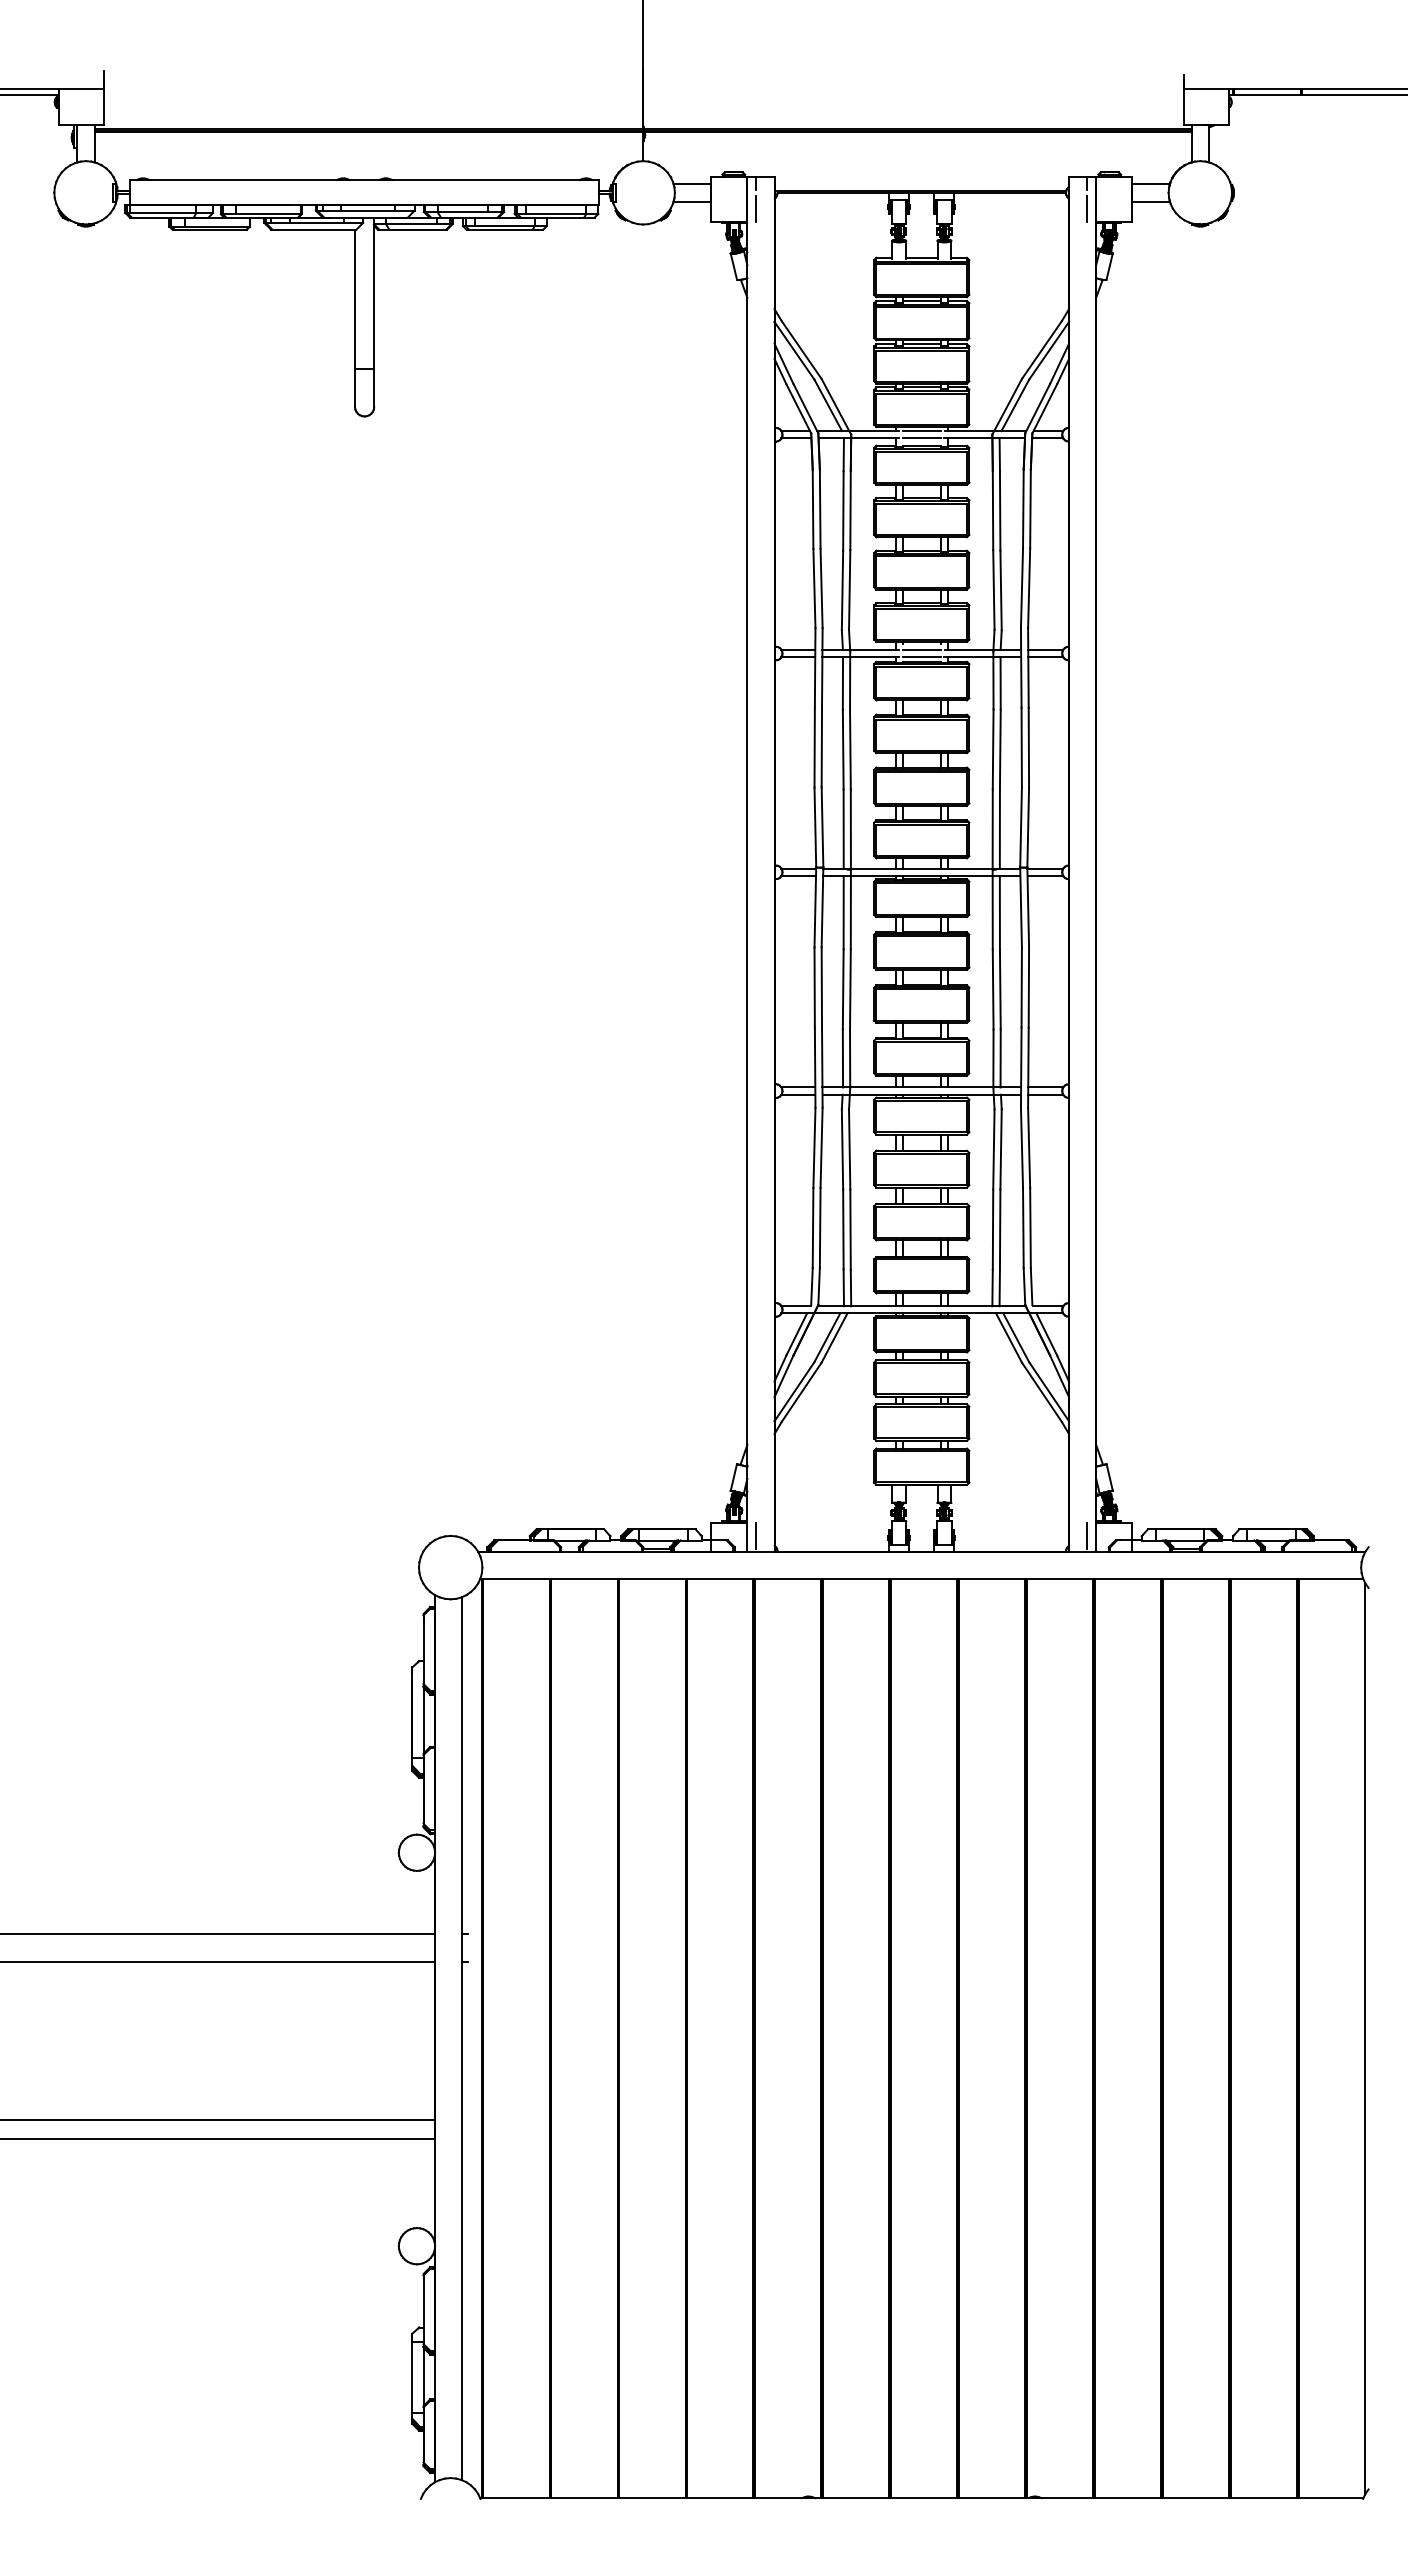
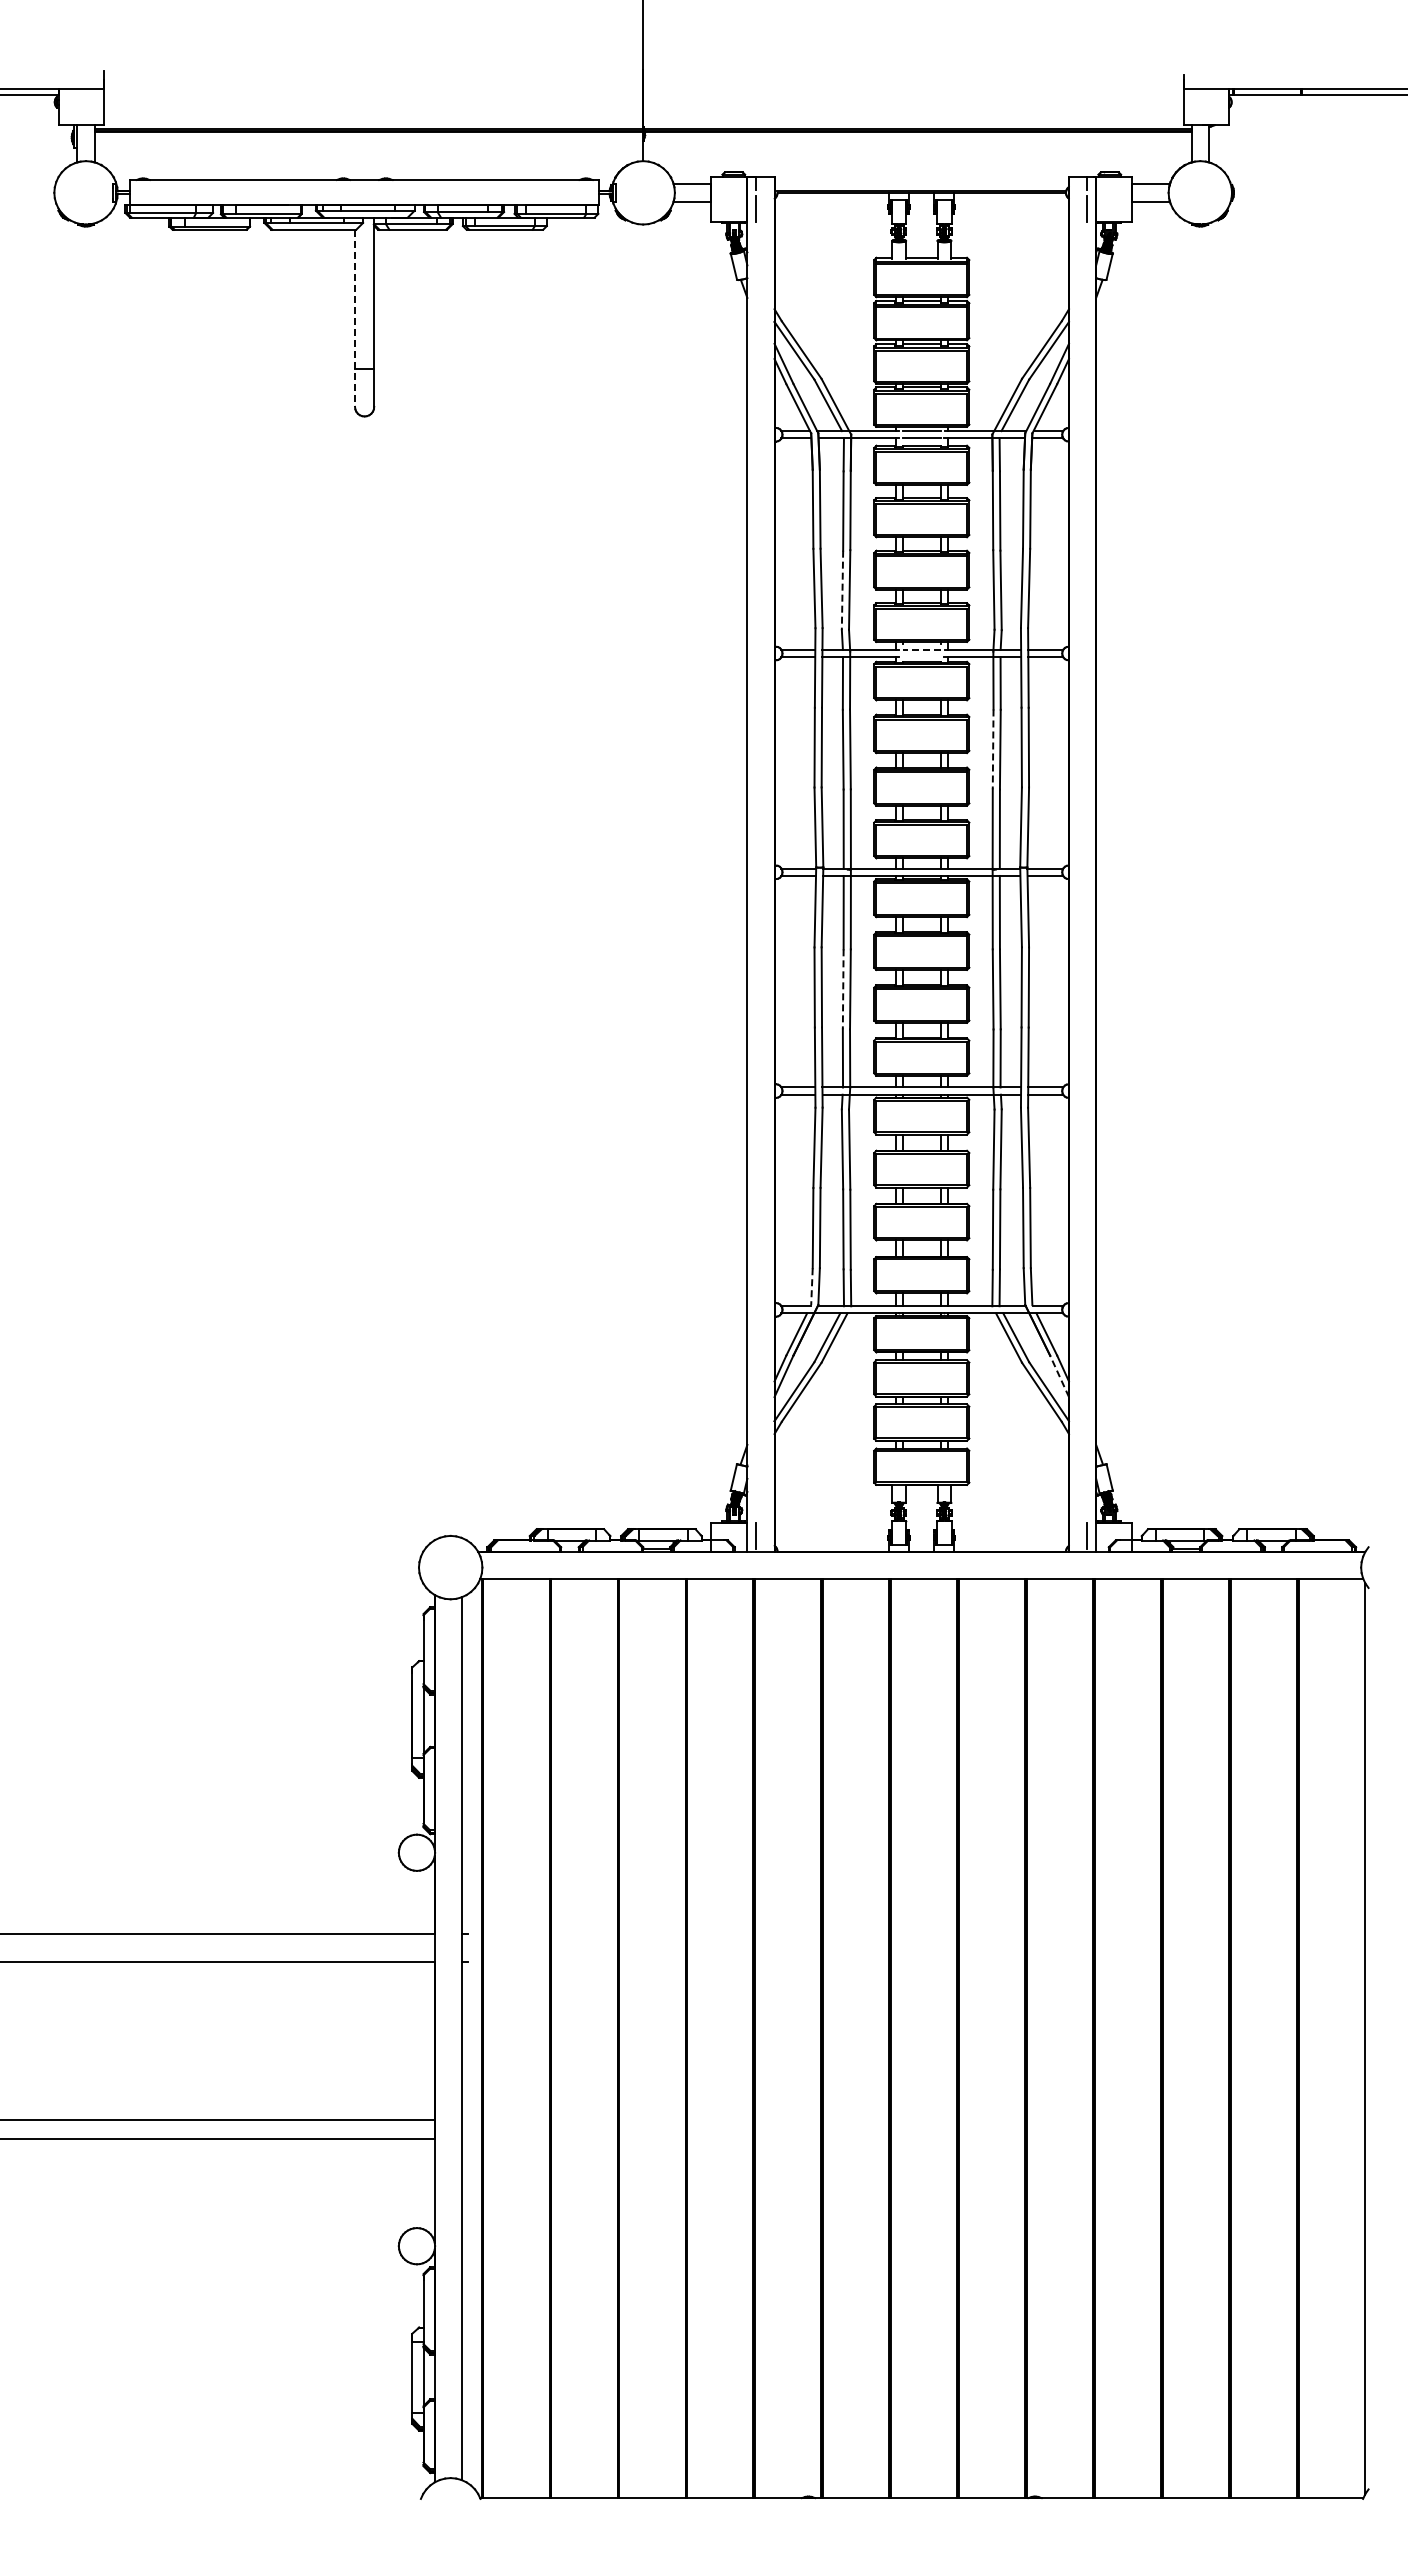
line at (355, 318): solid -> dashed
line at (842, 590): solid -> dashed
line at (921, 649): solid -> dashed
line at (921, 657): present -> none
line at (993, 749): solid -> dashed
line at (843, 989): solid -> dashed
line at (811, 1287): solid -> dashed
line at (1059, 1376): solid -> dashed
